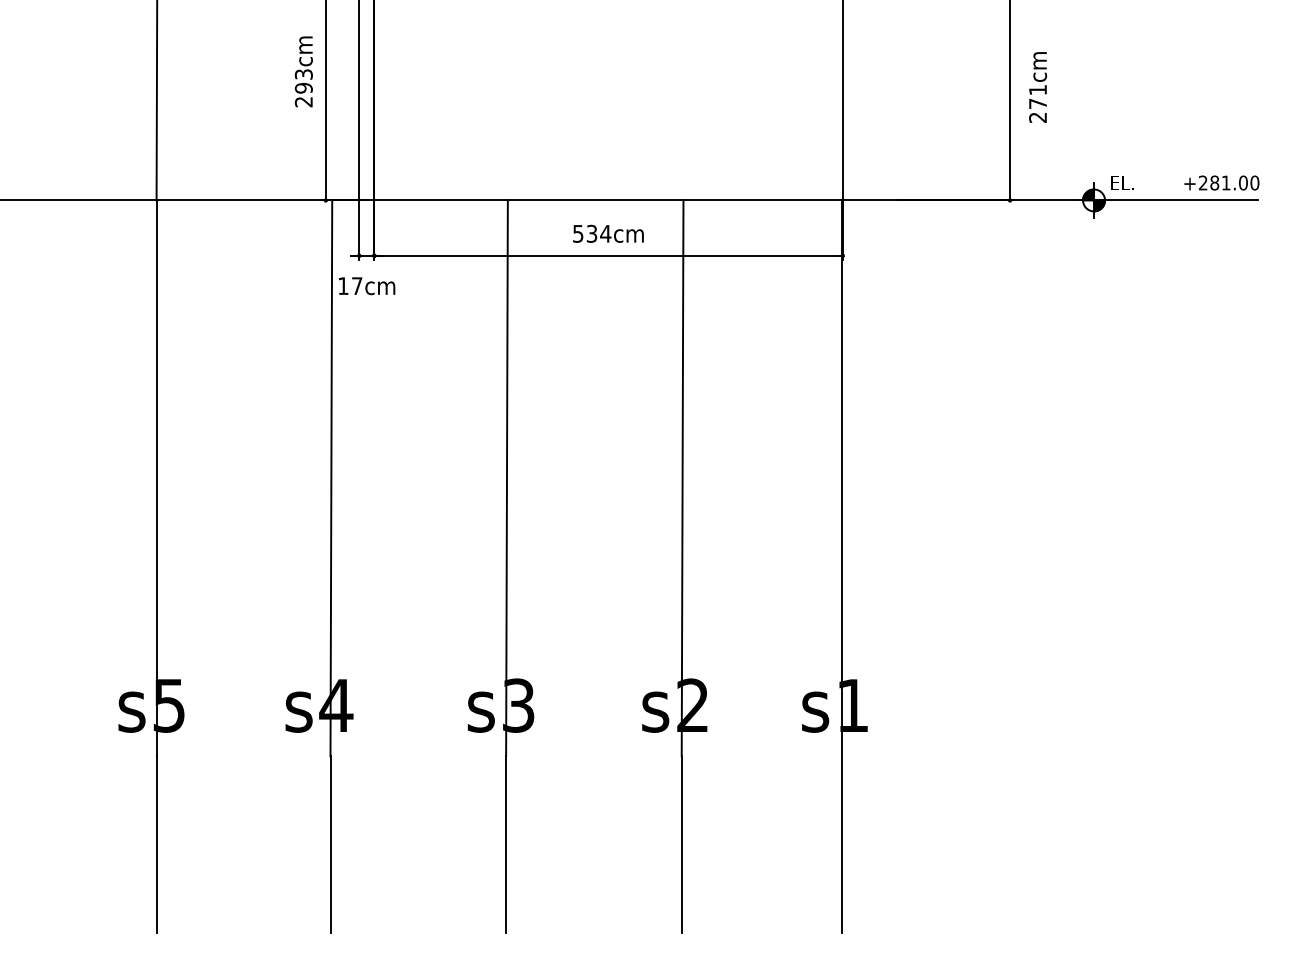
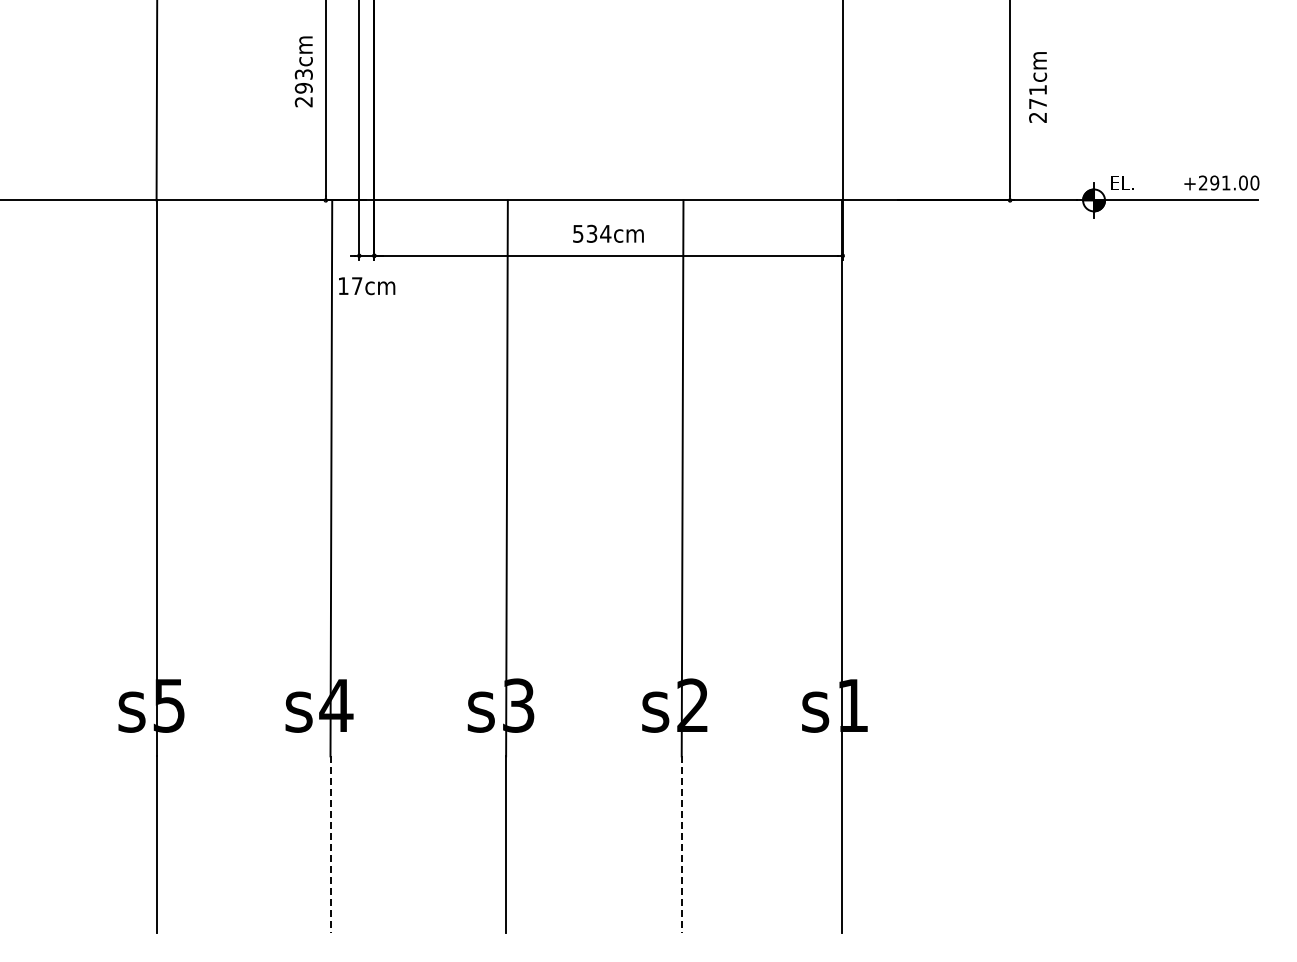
text at (1214, 182): +281.00 -> +291.00
line at (330, 845): solid -> dashed
line at (681, 845): solid -> dashed
